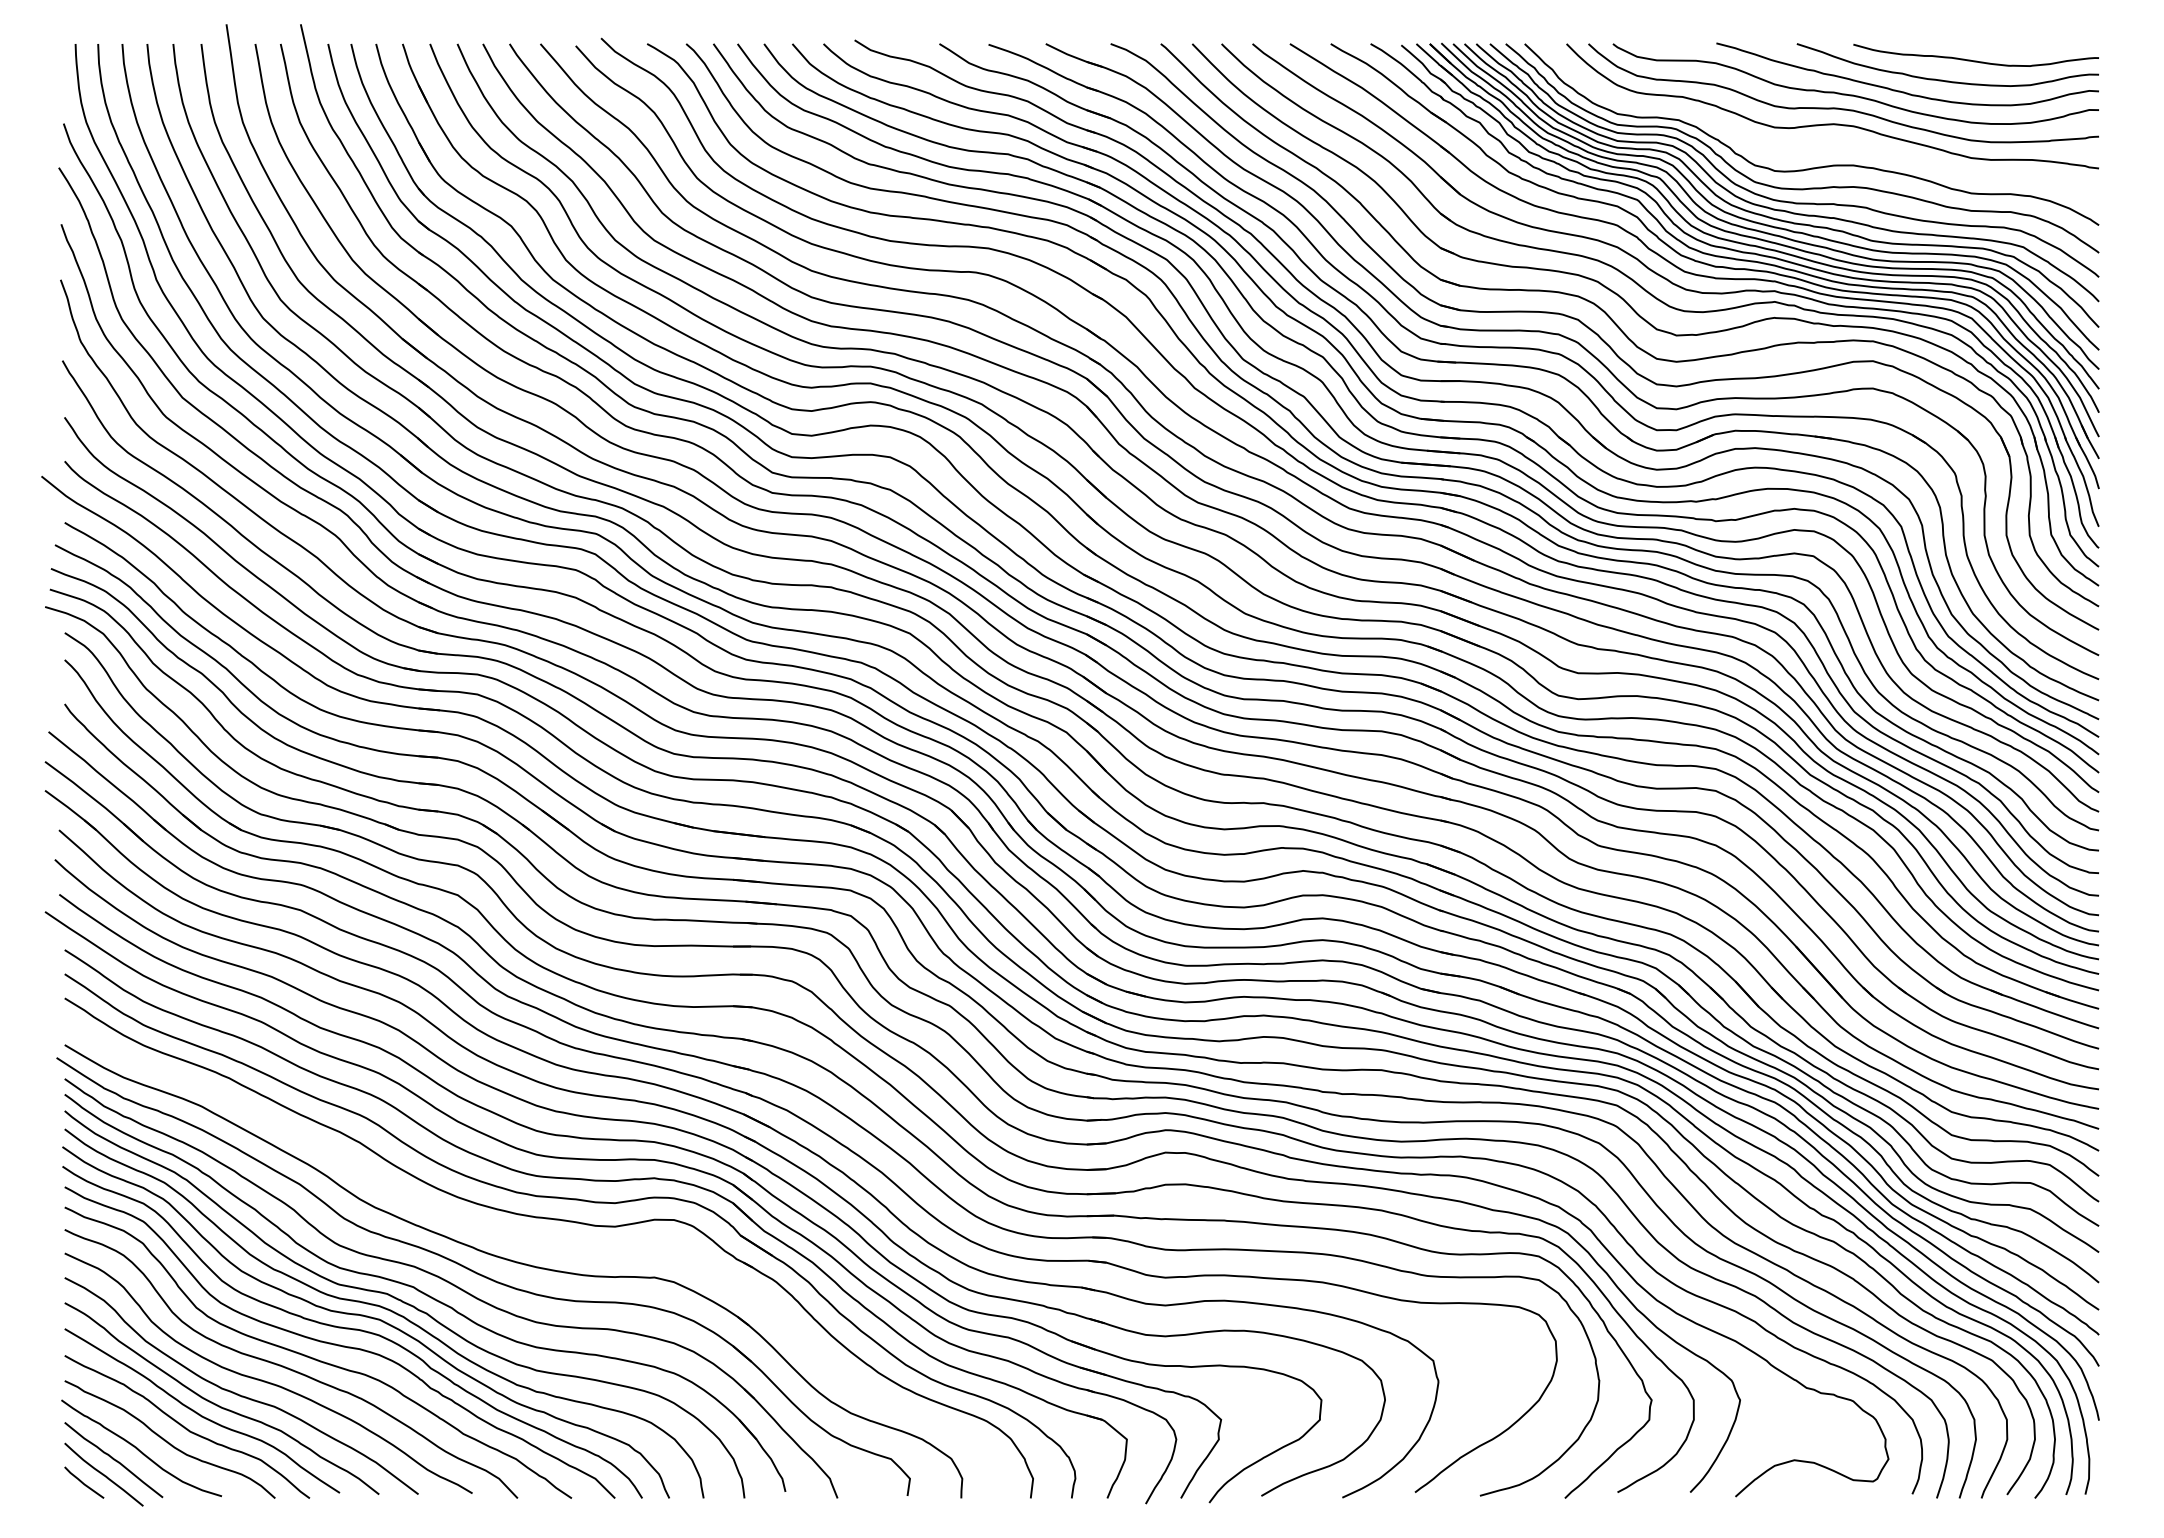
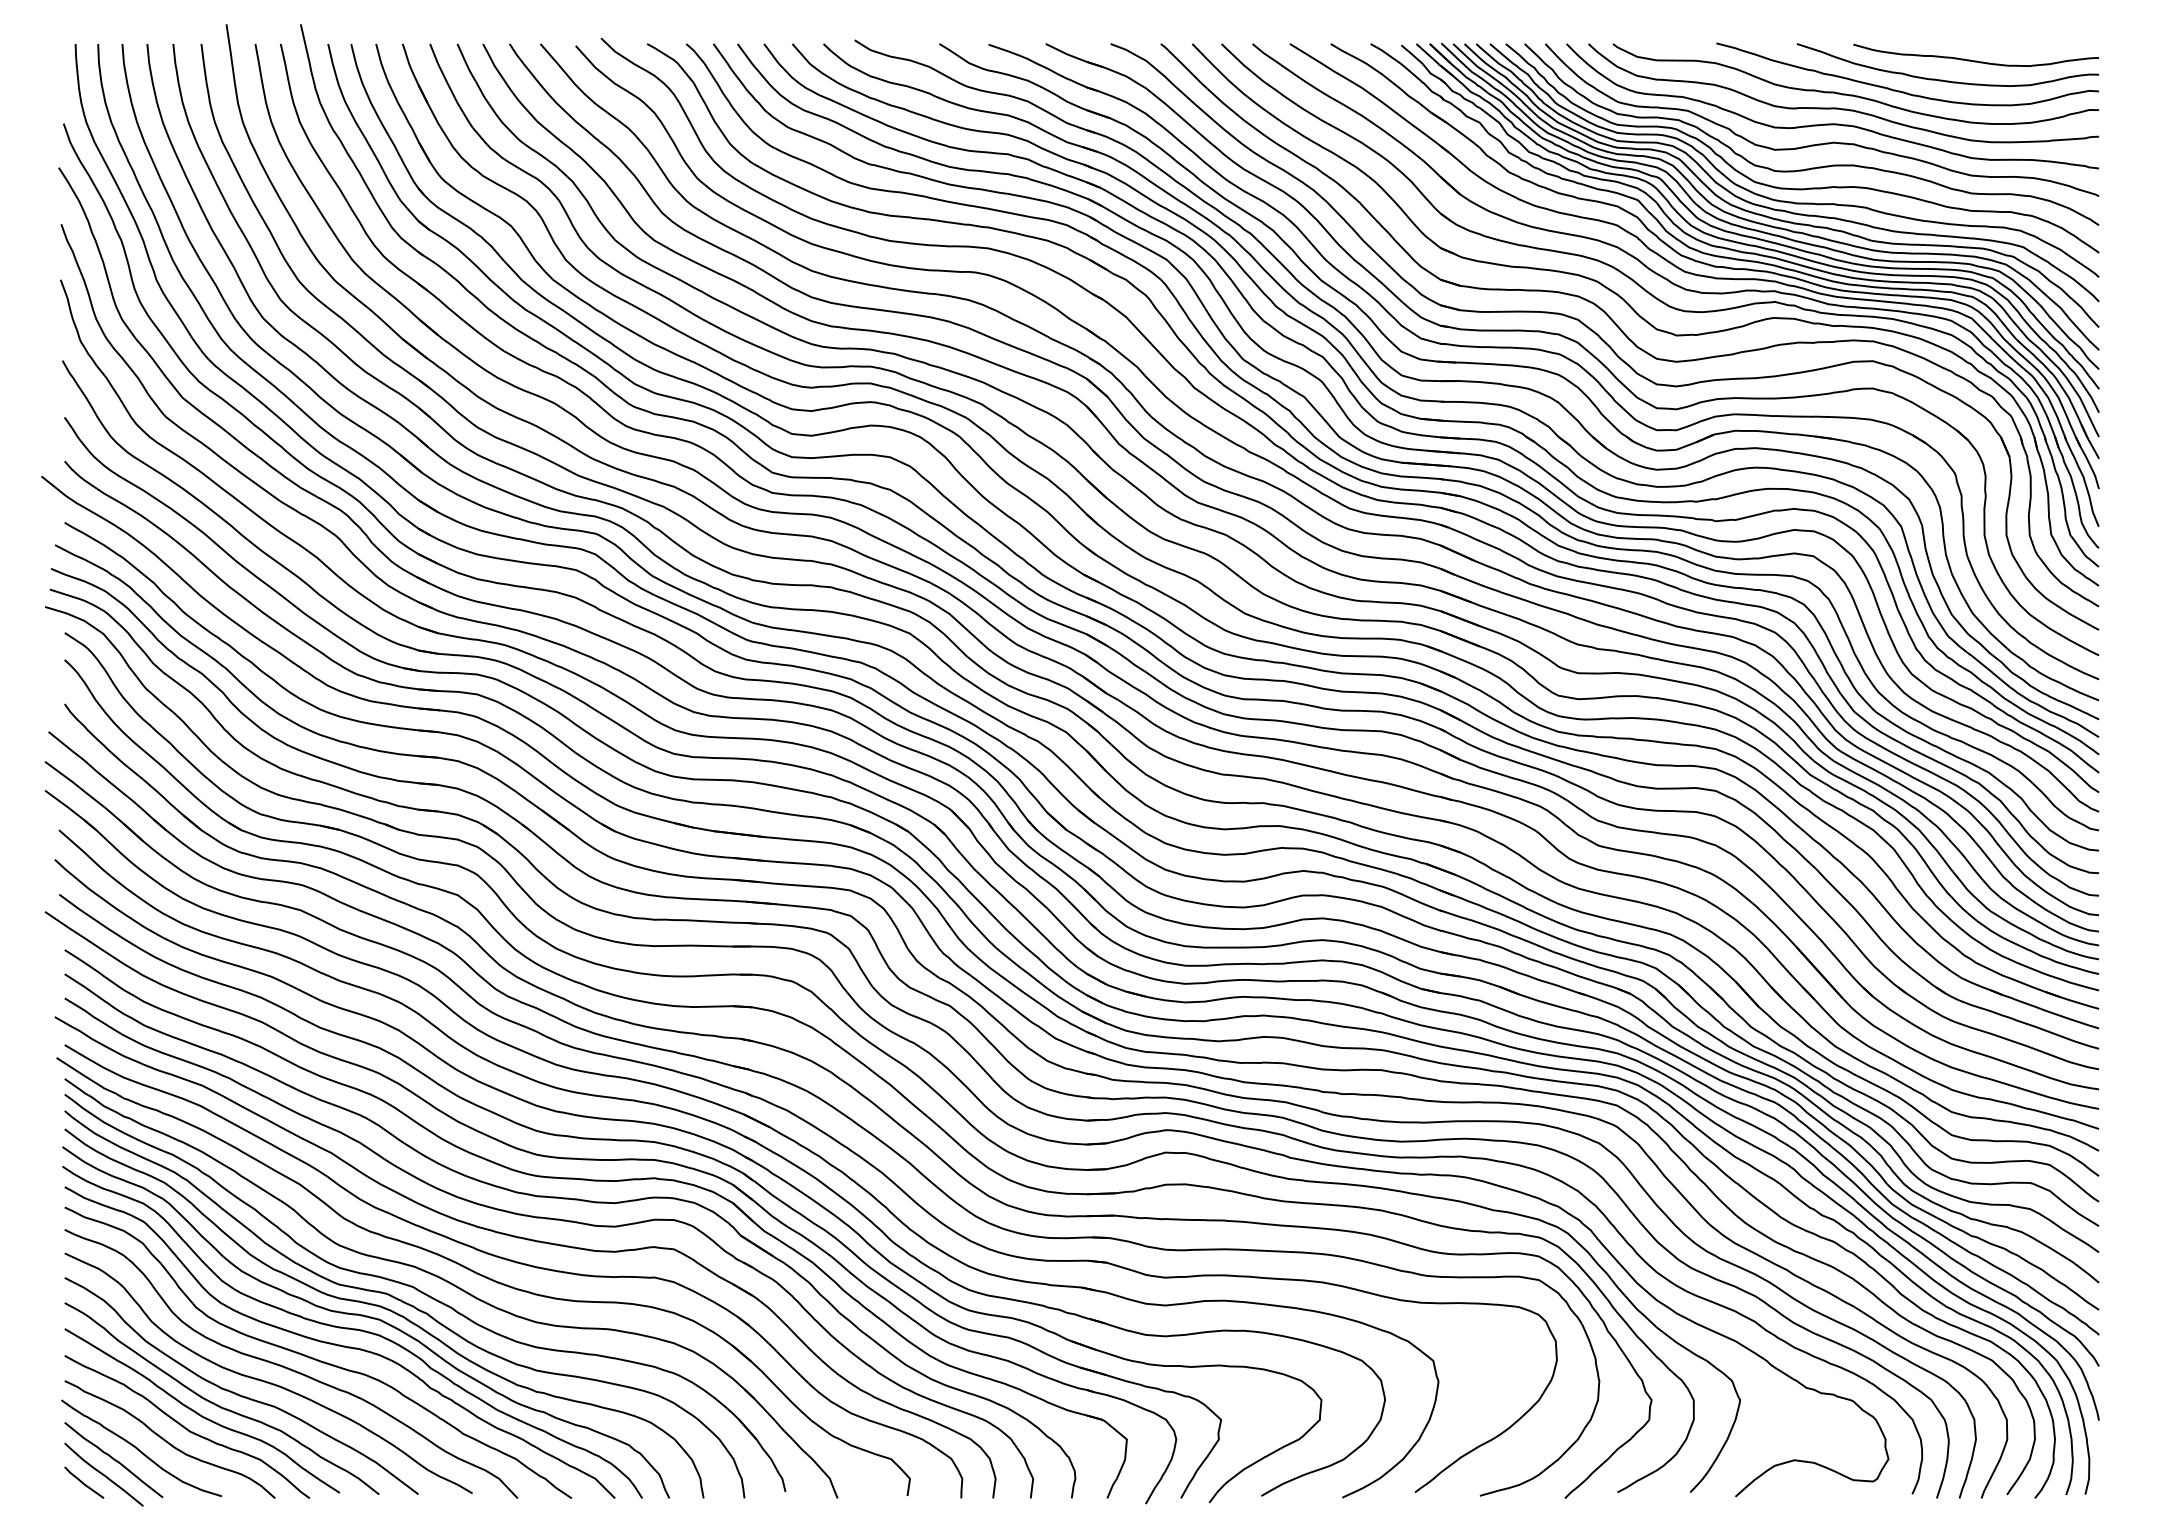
curve at (1825, 142): none -> present
part at (527, 1240): none -> present
